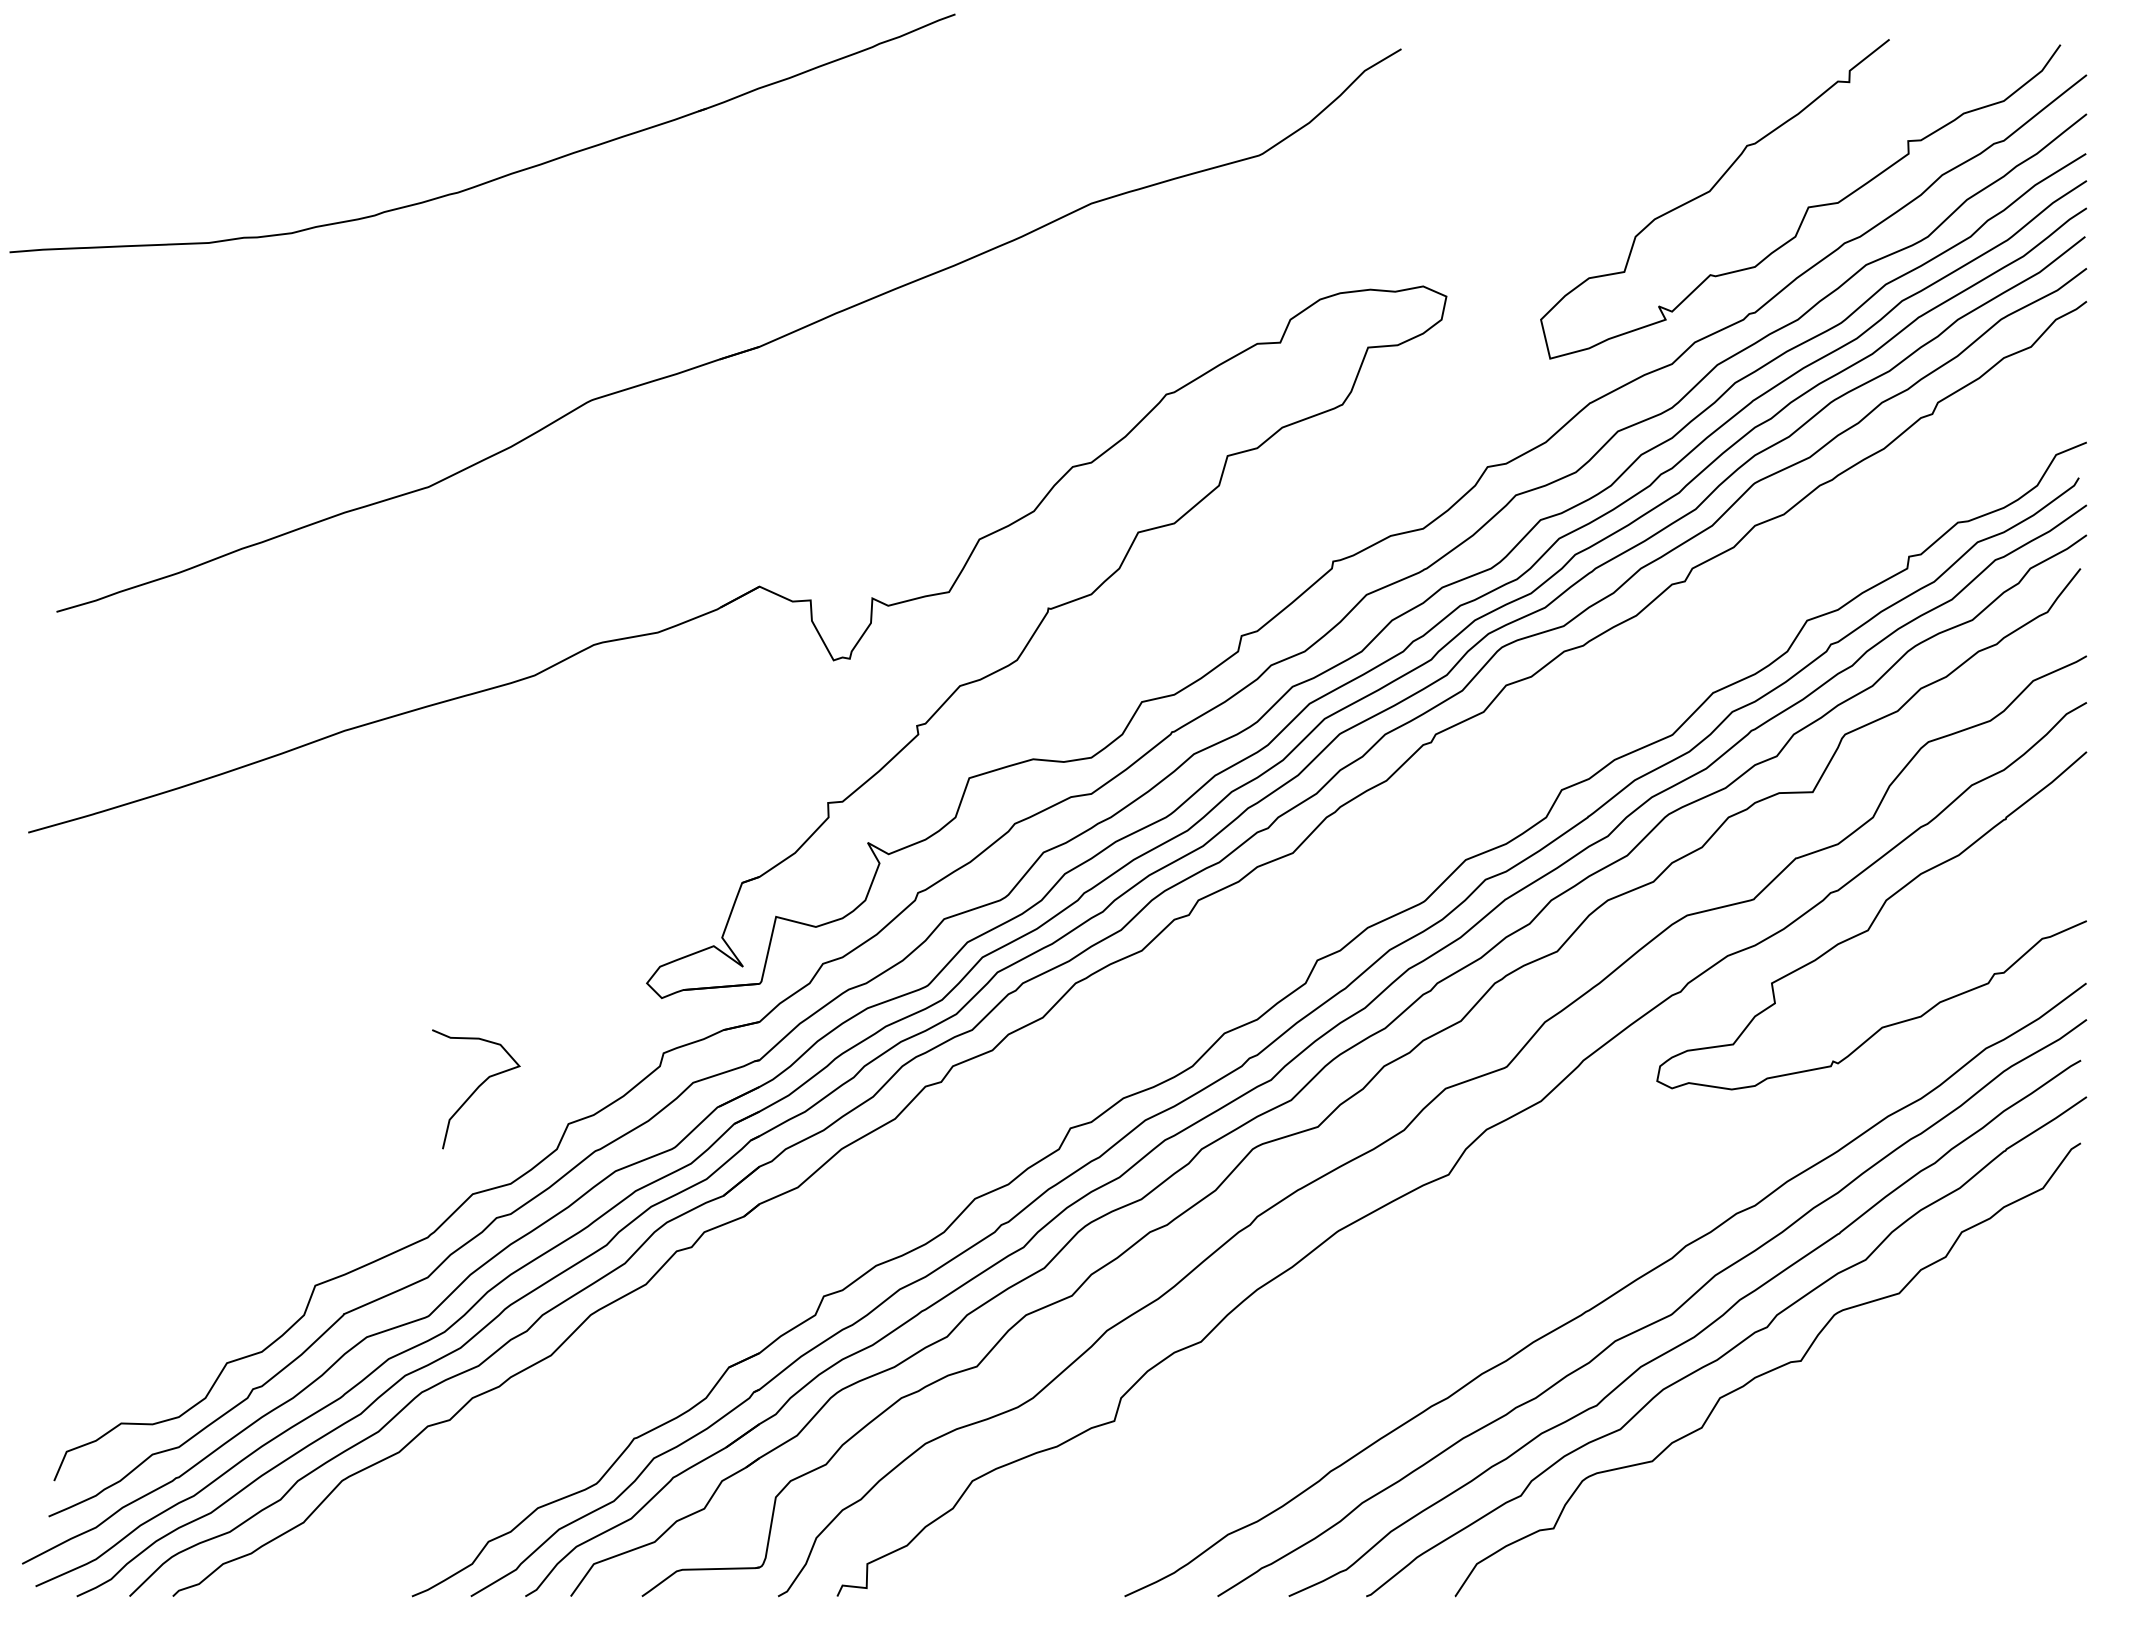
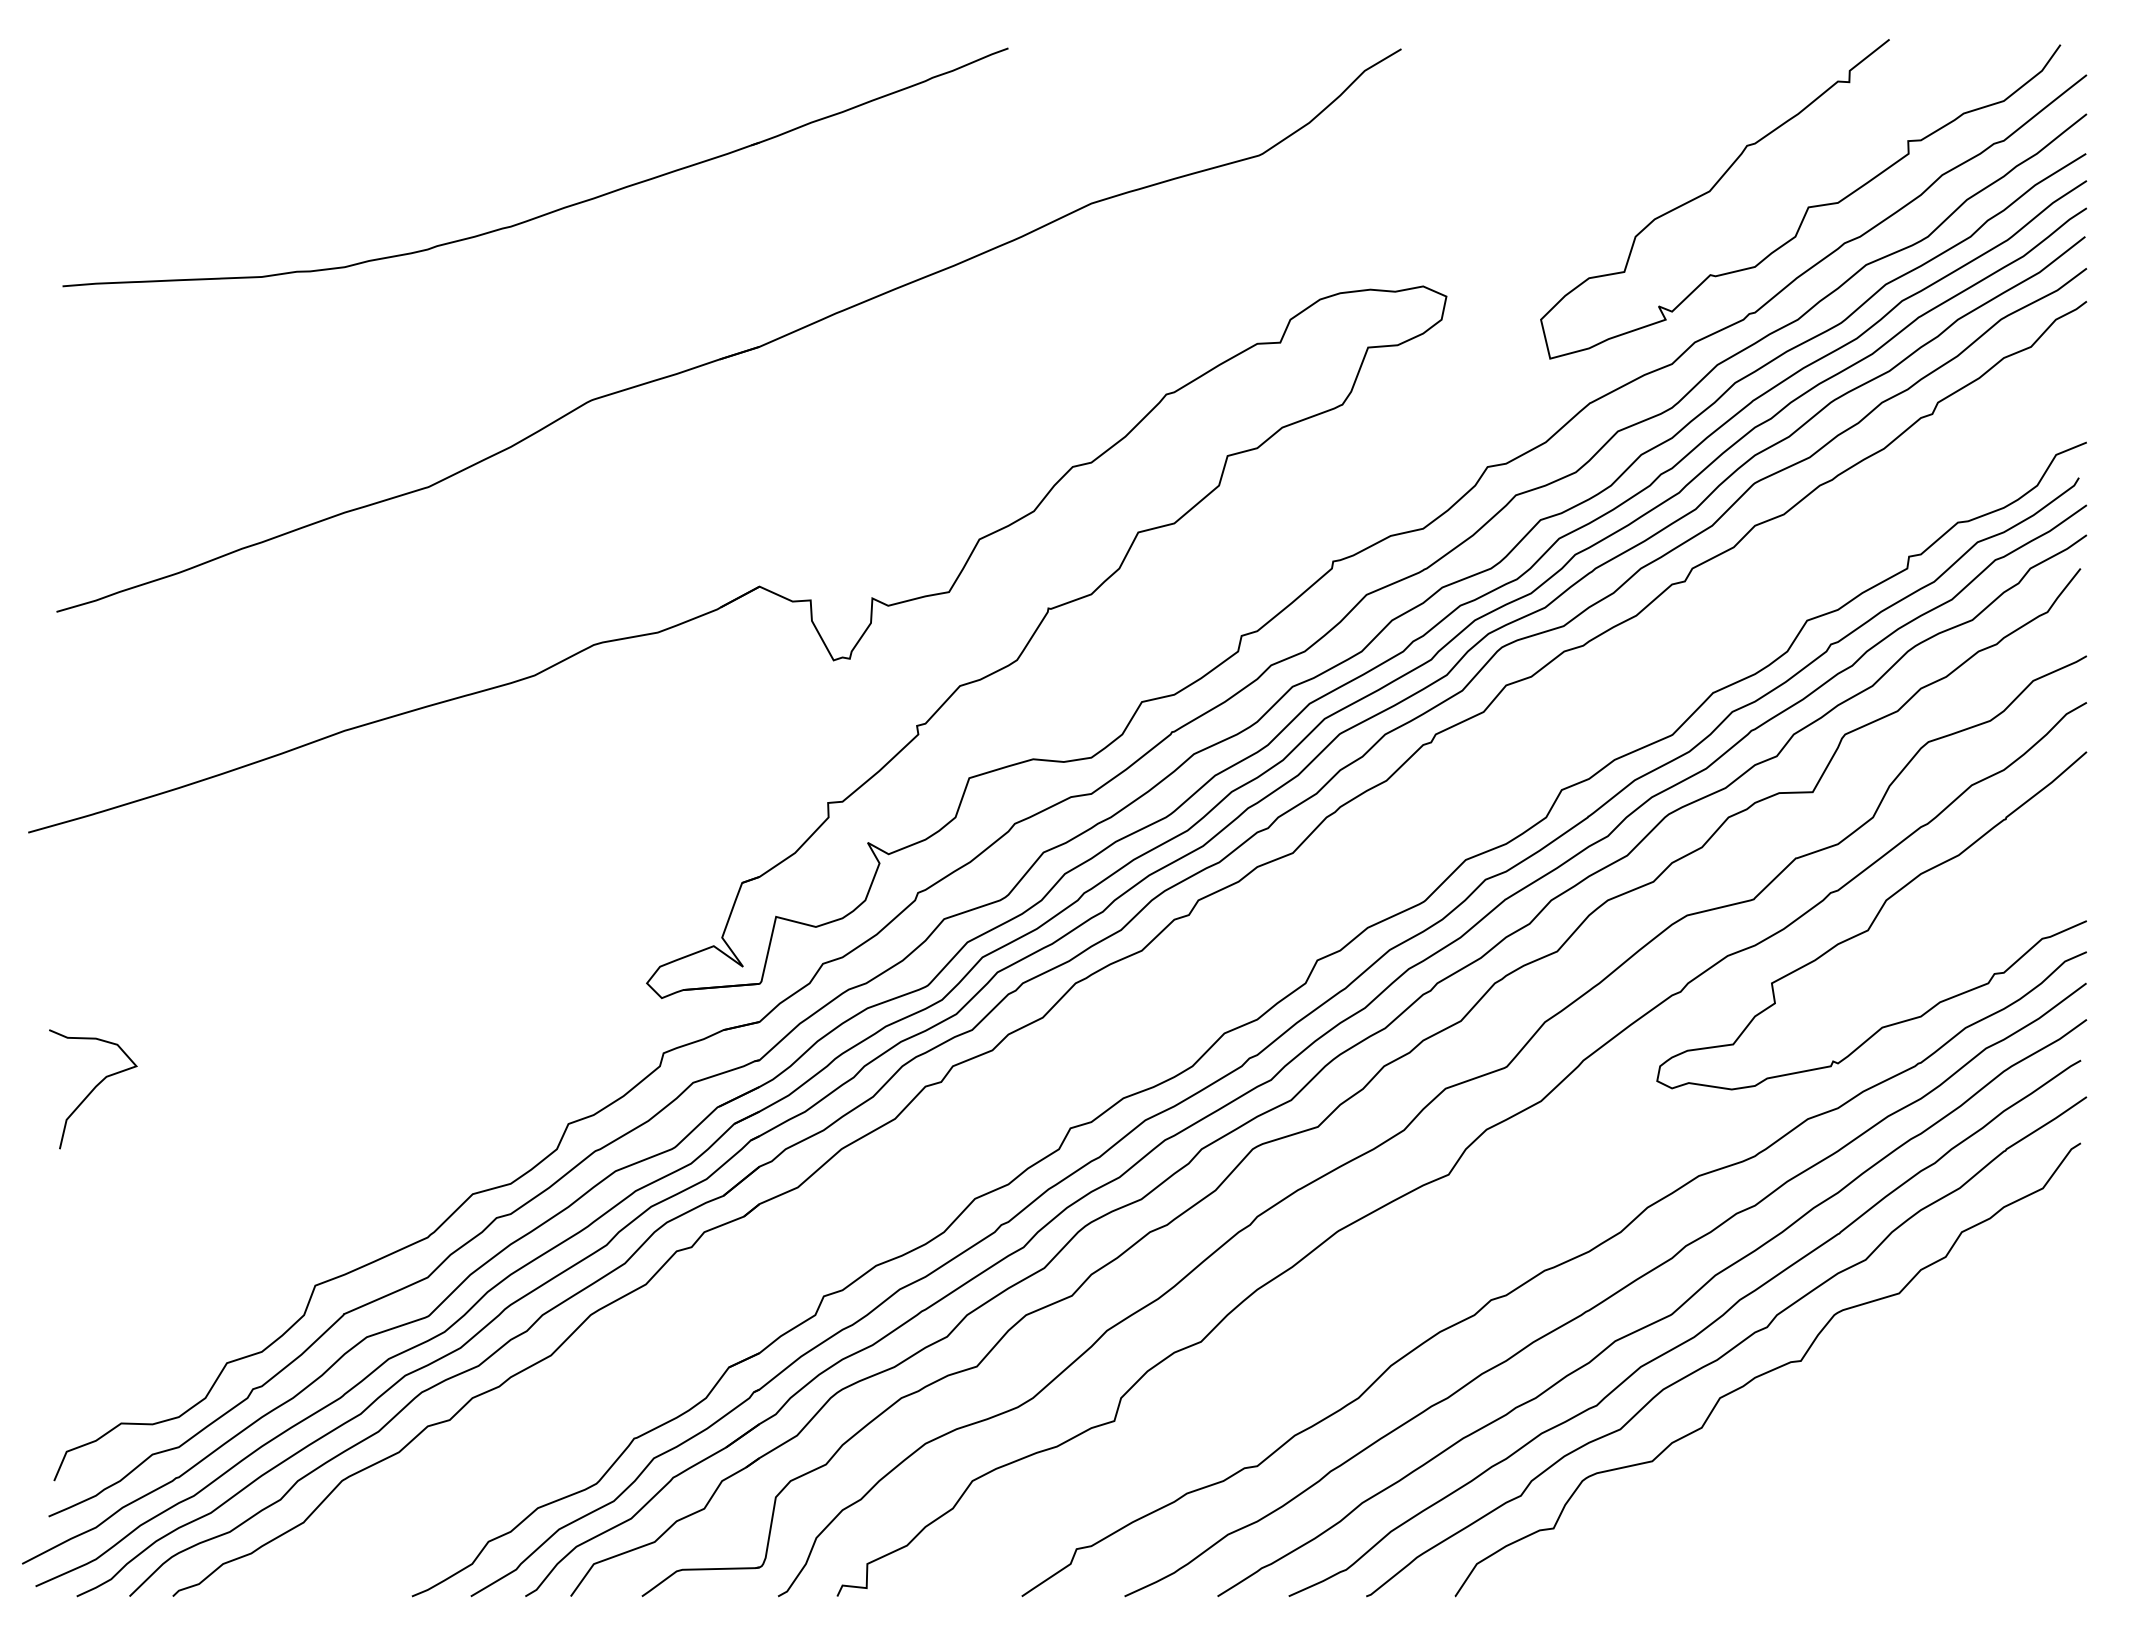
part at (497, 177) position: (497, 177) -> (550, 211)
curve at (476, 1089) position: (476, 1089) -> (93, 1089)
curve at (1551, 1269): none -> present
